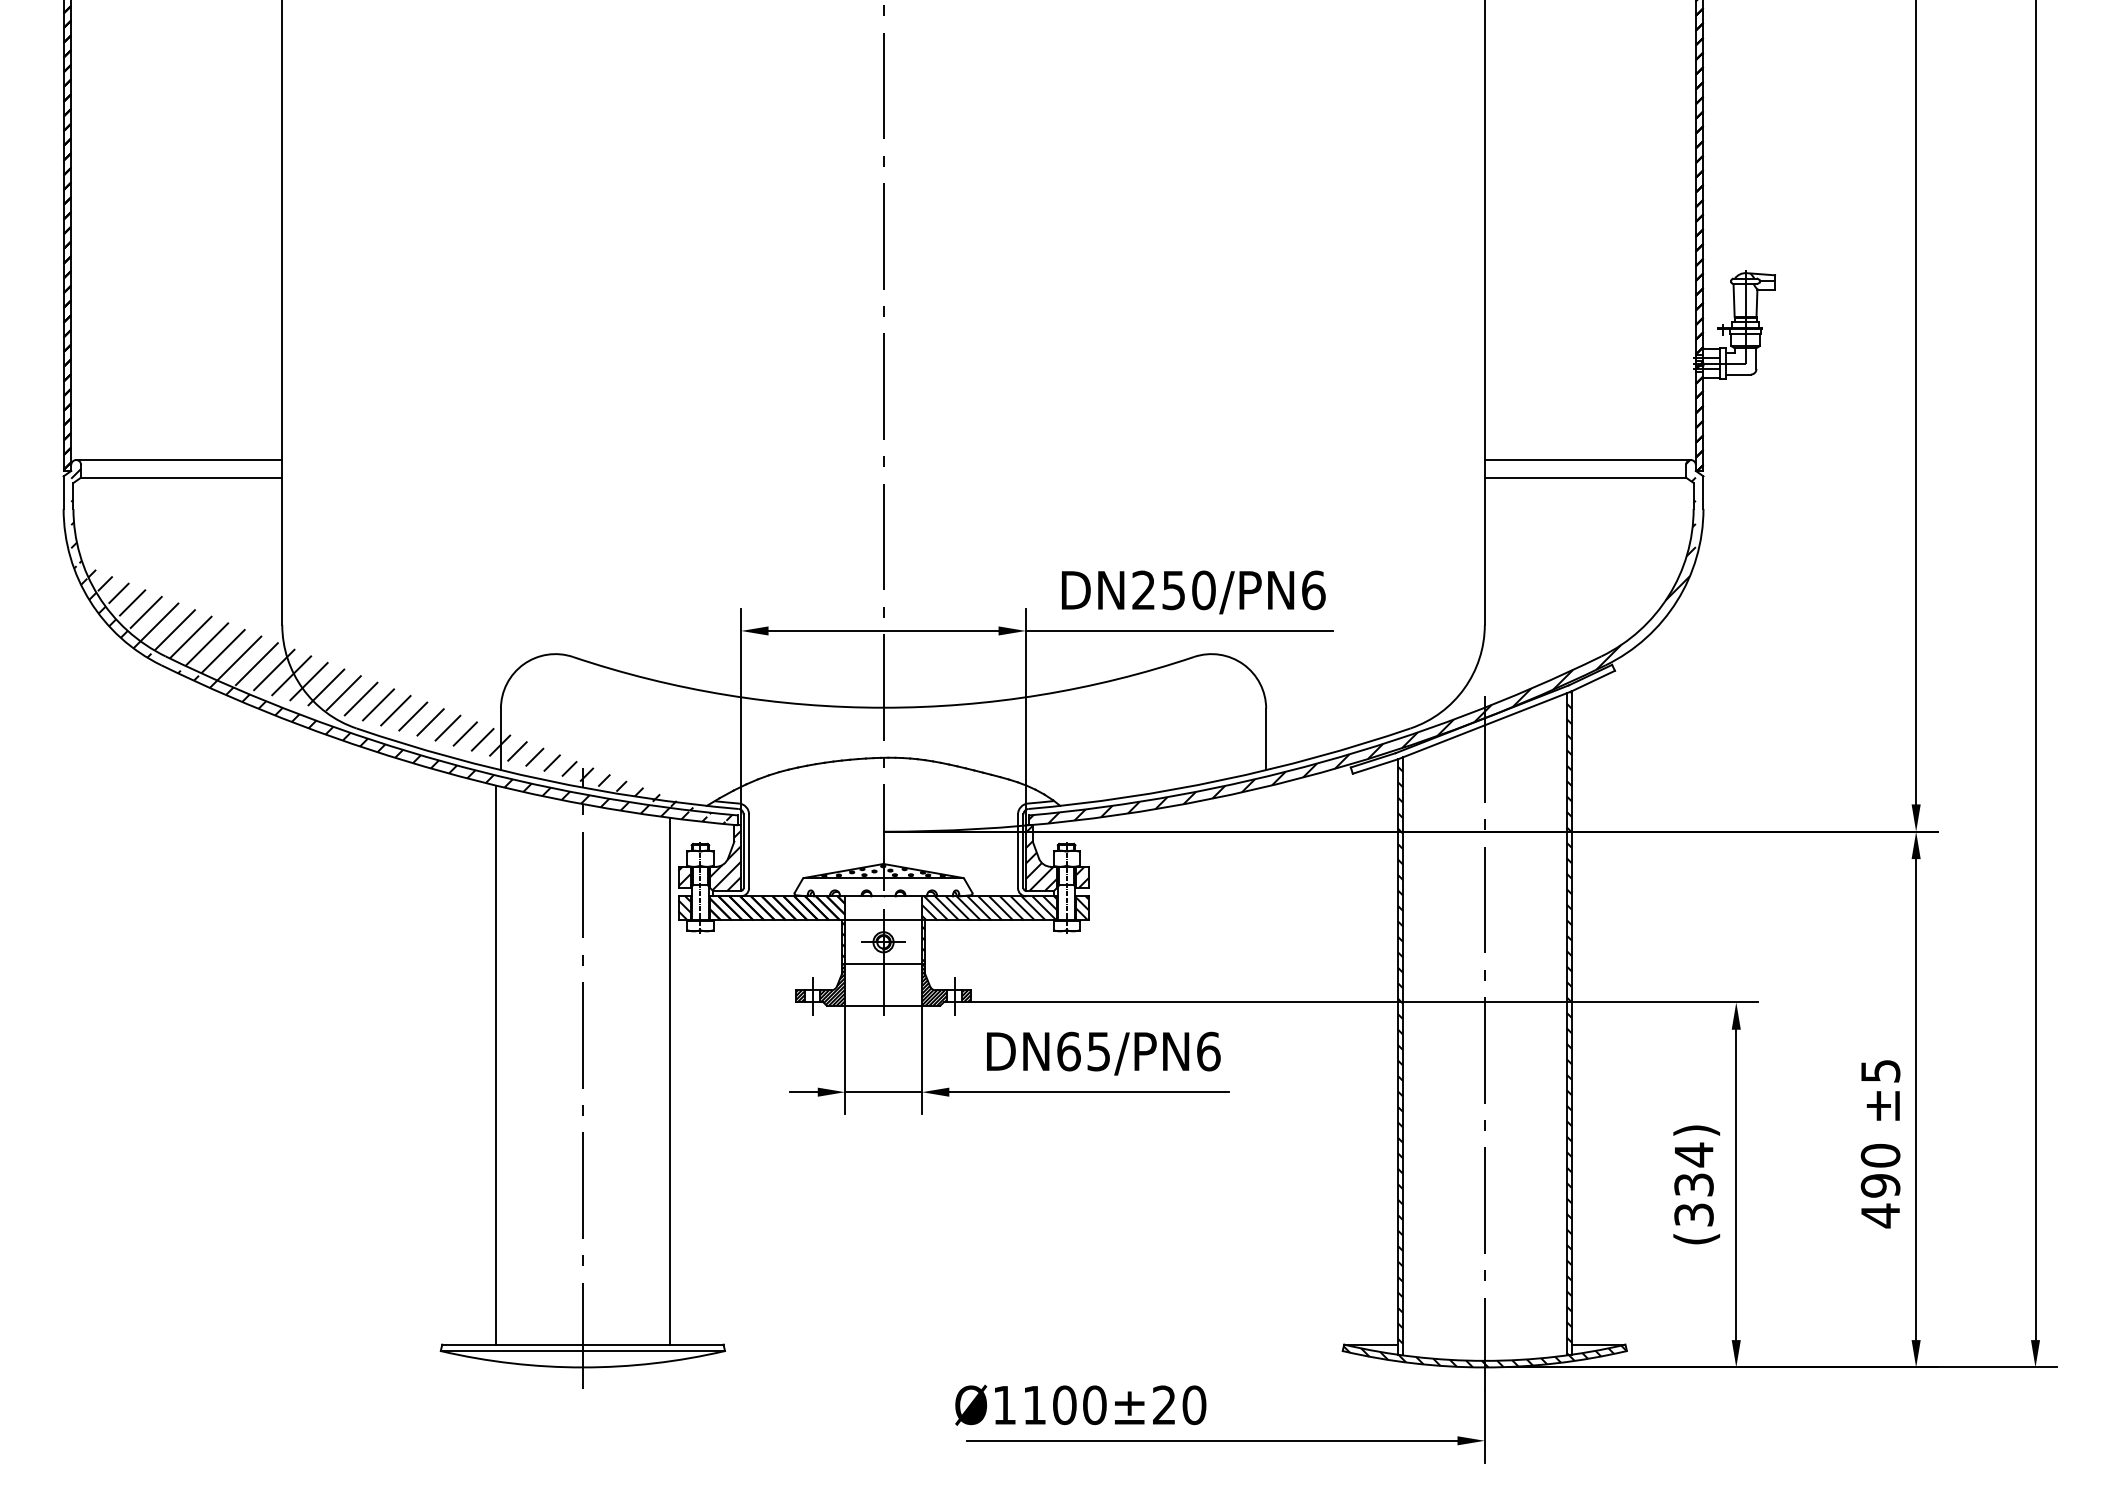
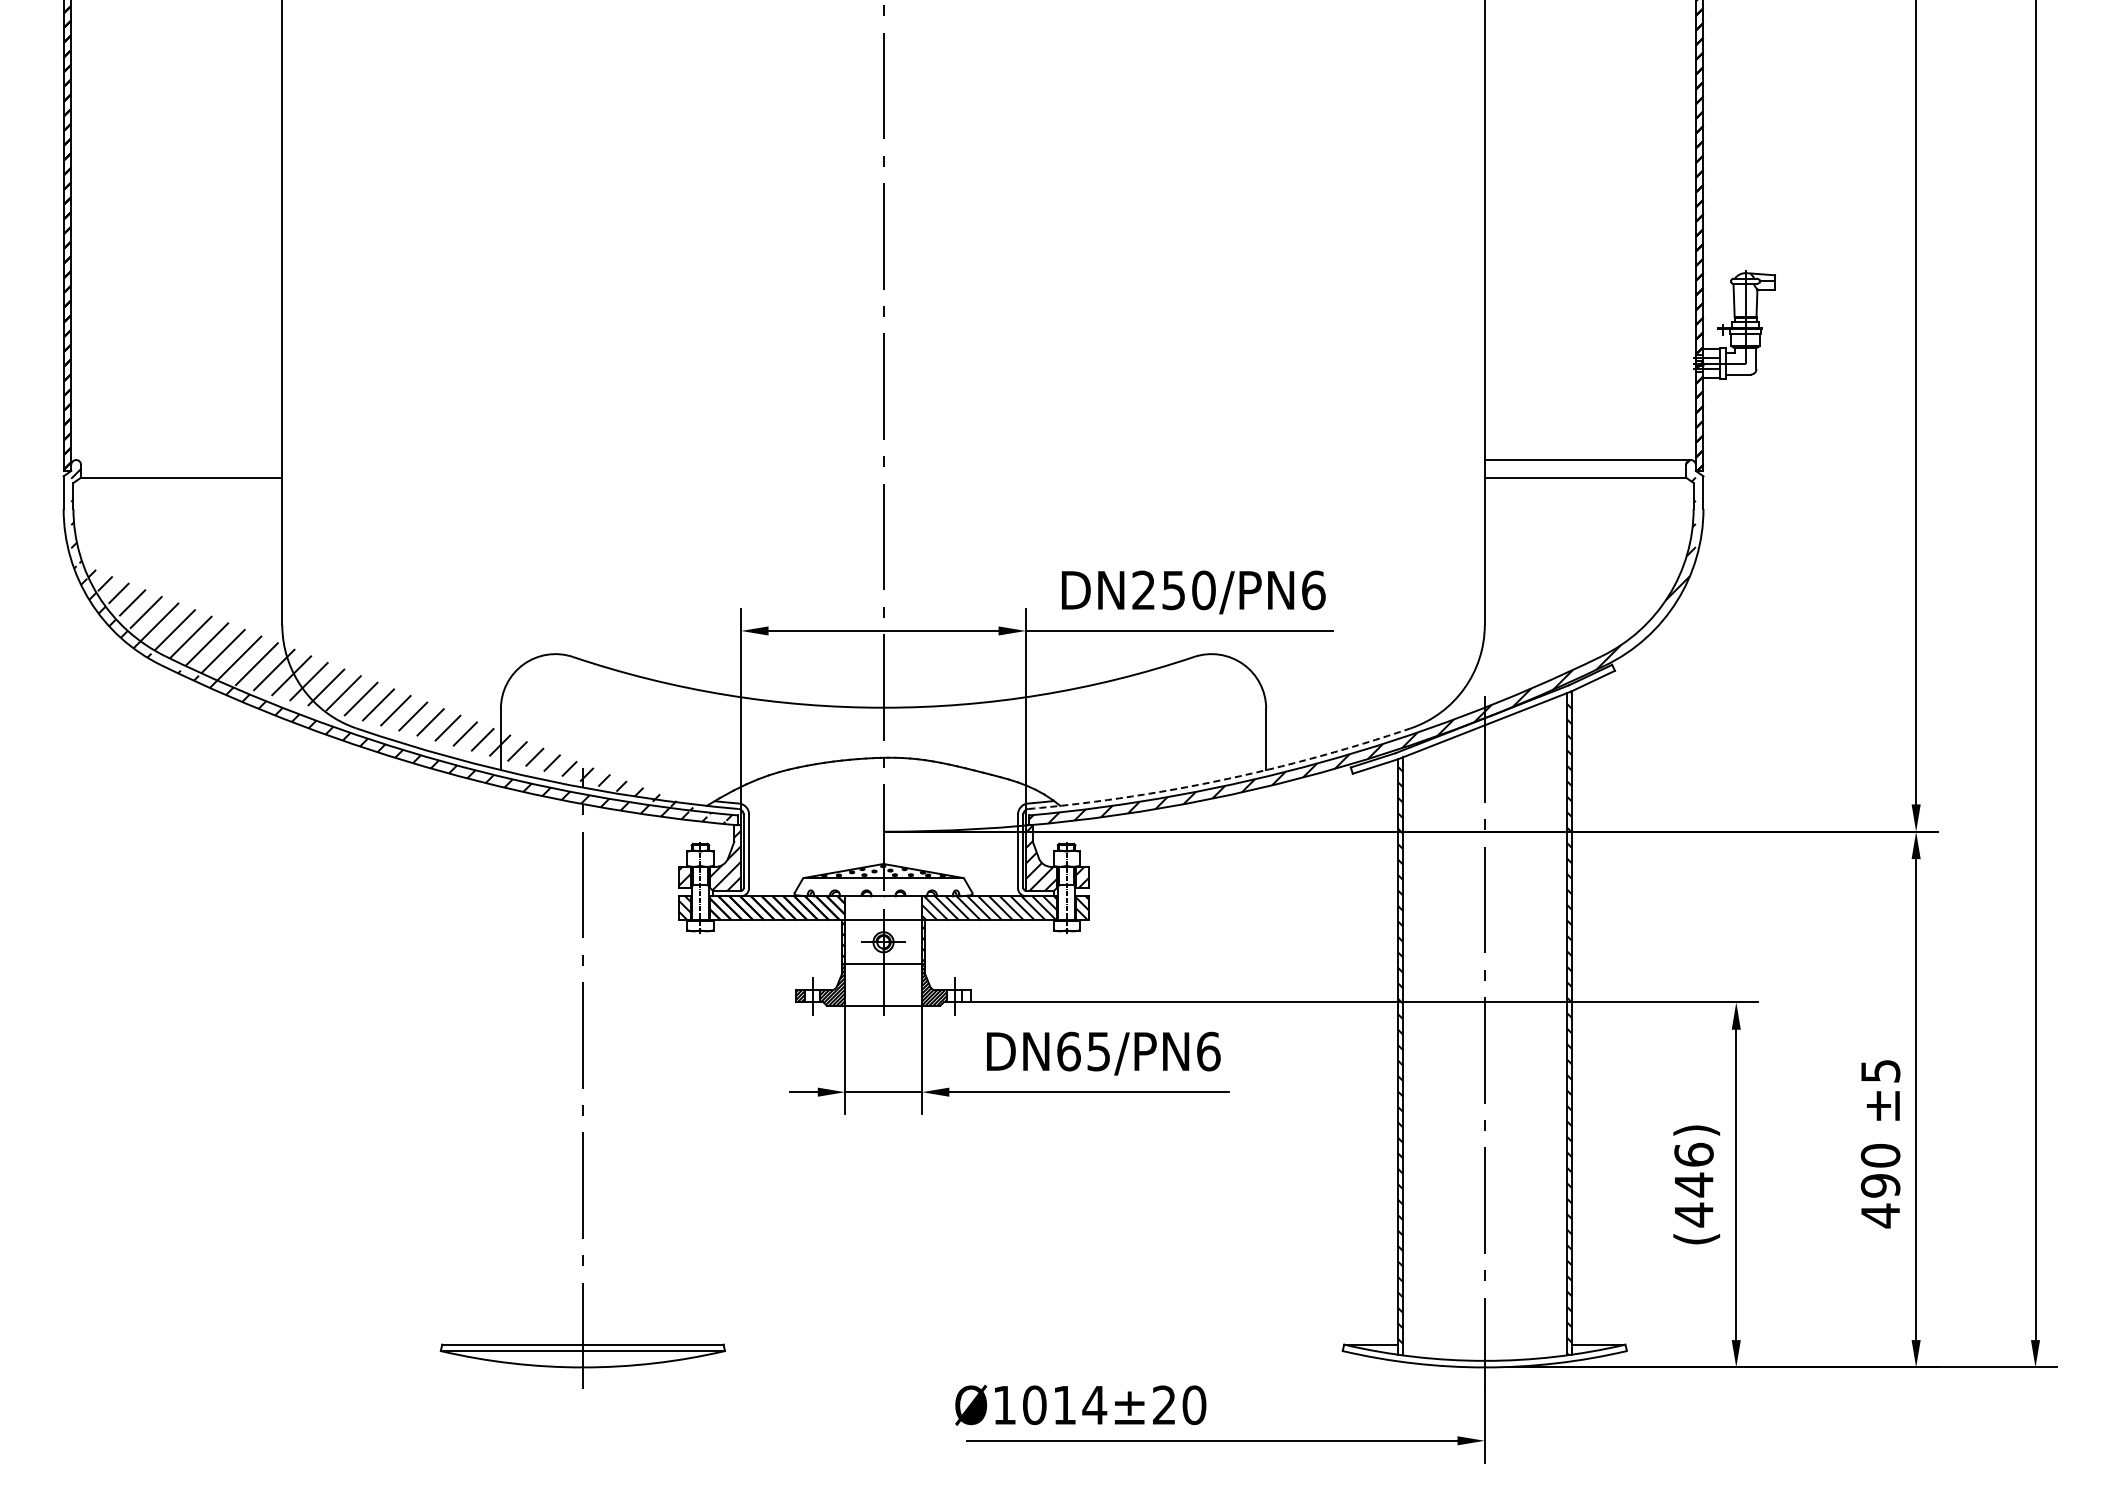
line at (179, 460): present -> none
arc at (1221, 780): solid -> dashed
hatch at (966, 996): present -> none
line at (496, 1064): present -> none
line at (669, 1080): present -> none
text at (1693, 1184): (334) -> (446)
hatch at (1484, 1356): present -> none
text at (1065, 1405): Ø1100 -> Ø1014
